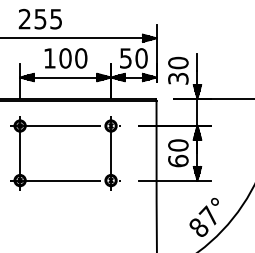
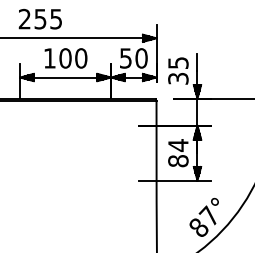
text at (178, 62): 30 -> 35
part at (65, 126): present -> none
text at (178, 153): 60 -> 84
